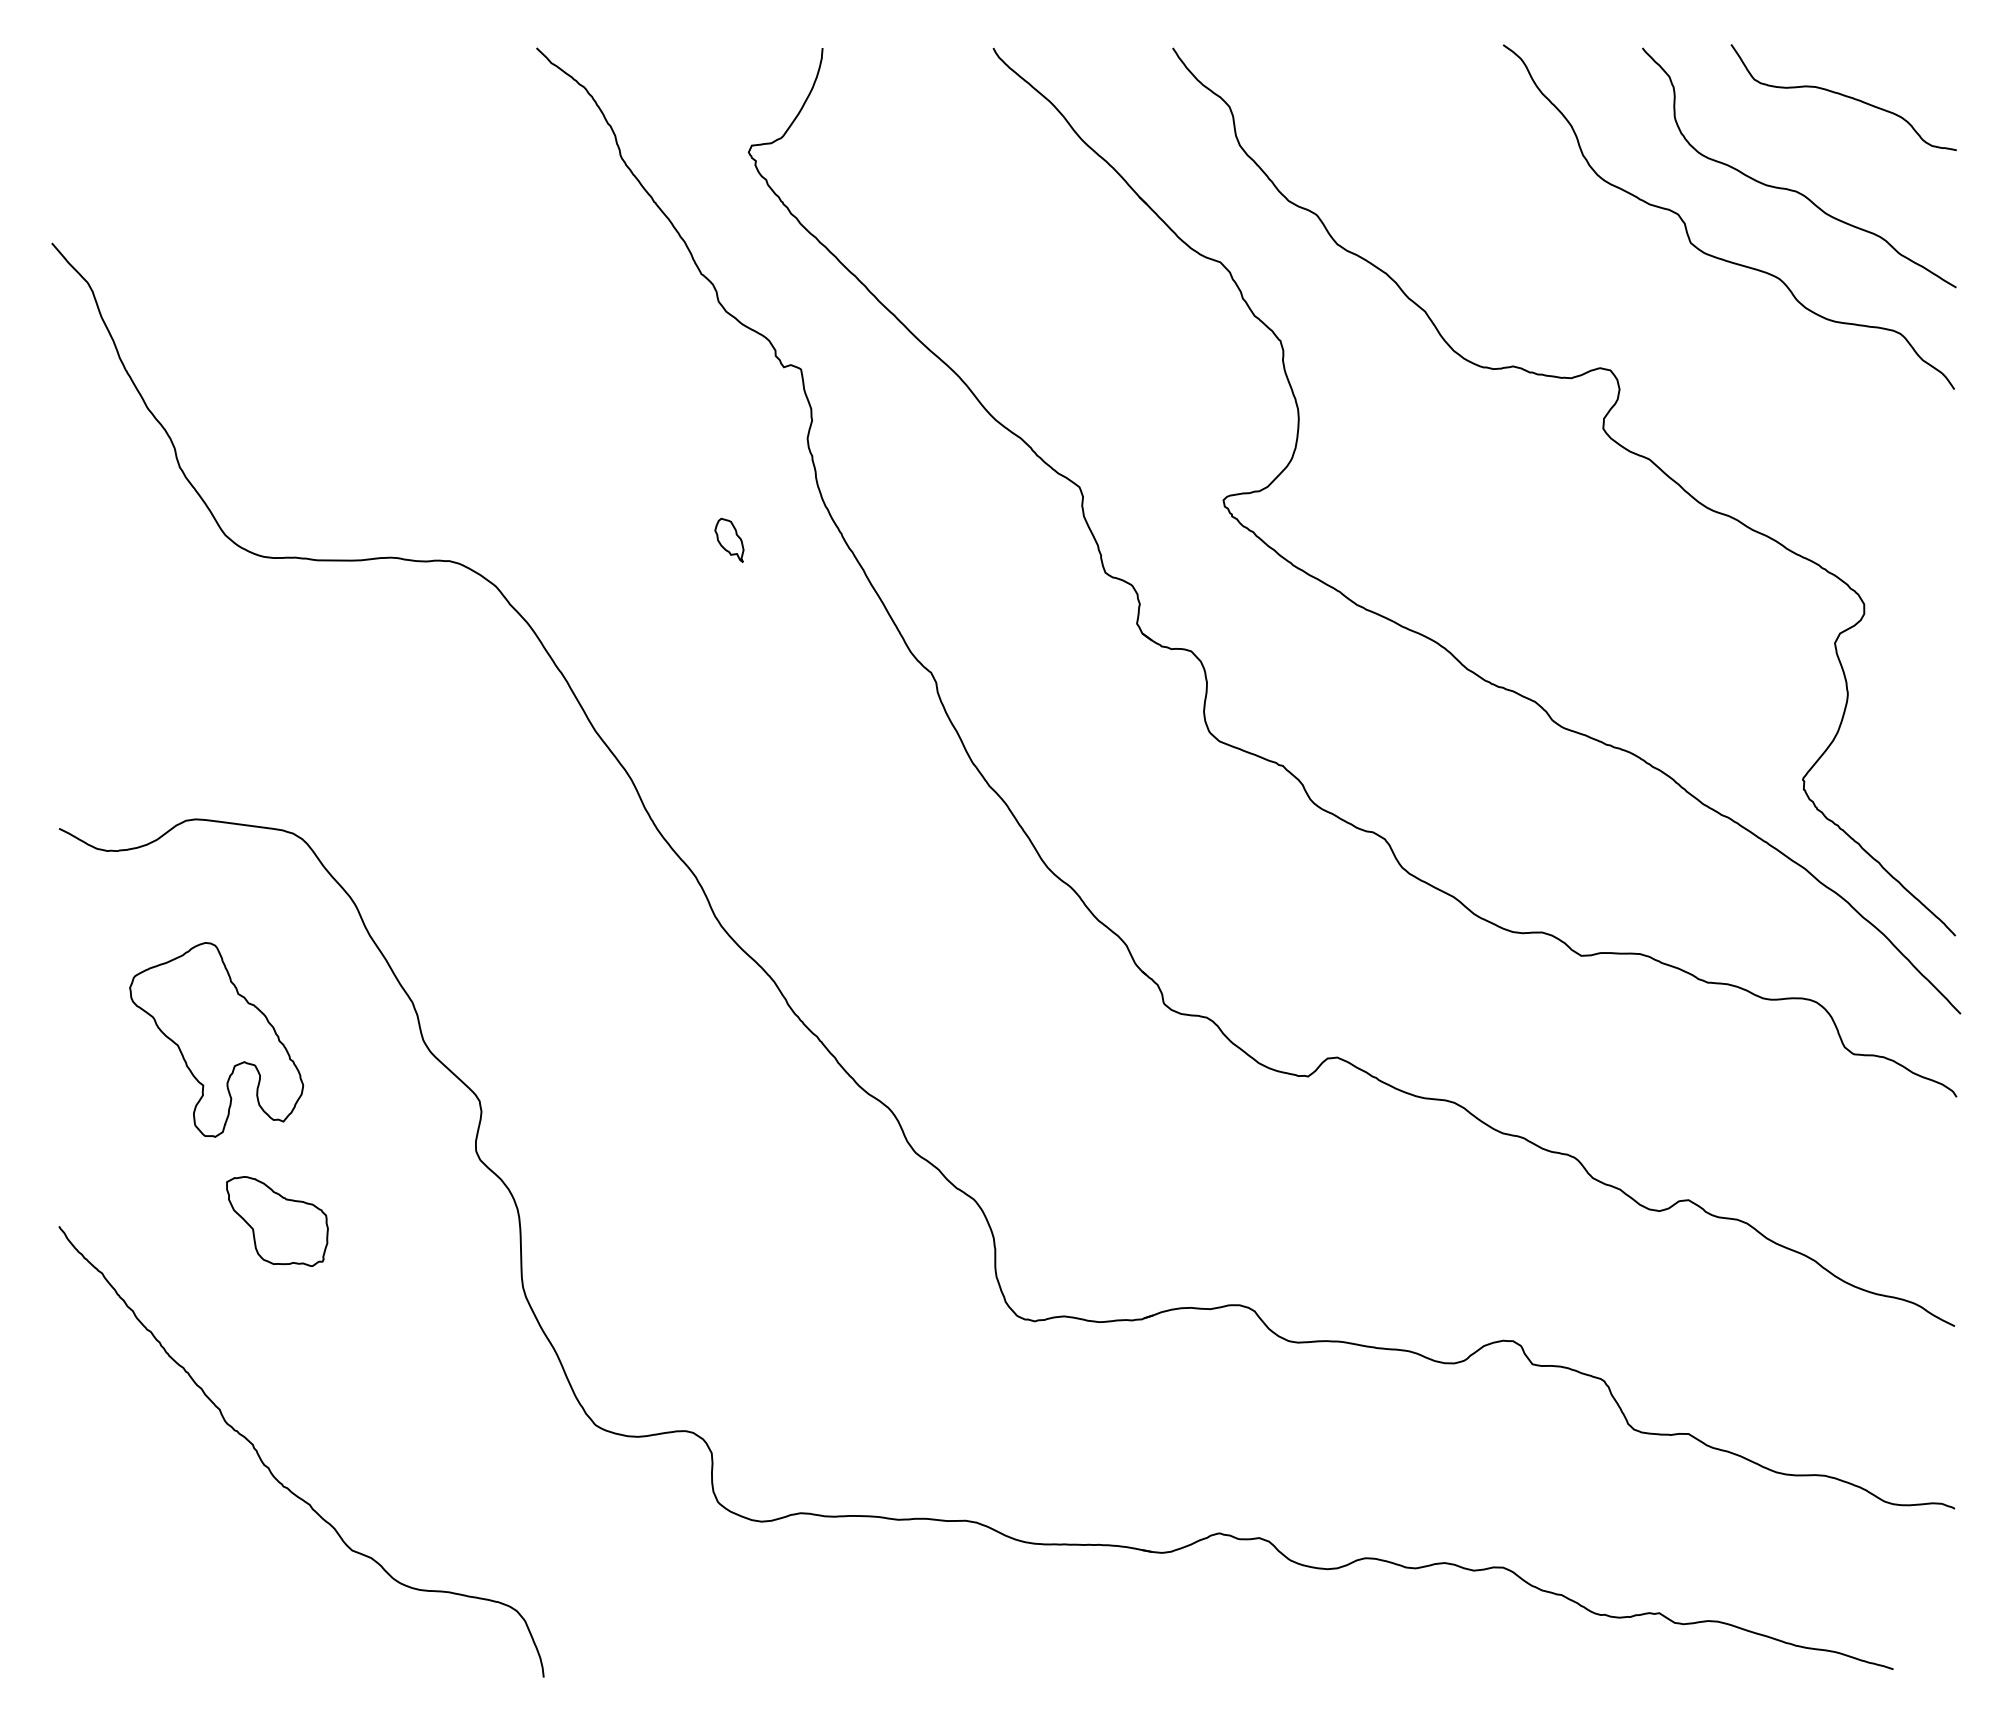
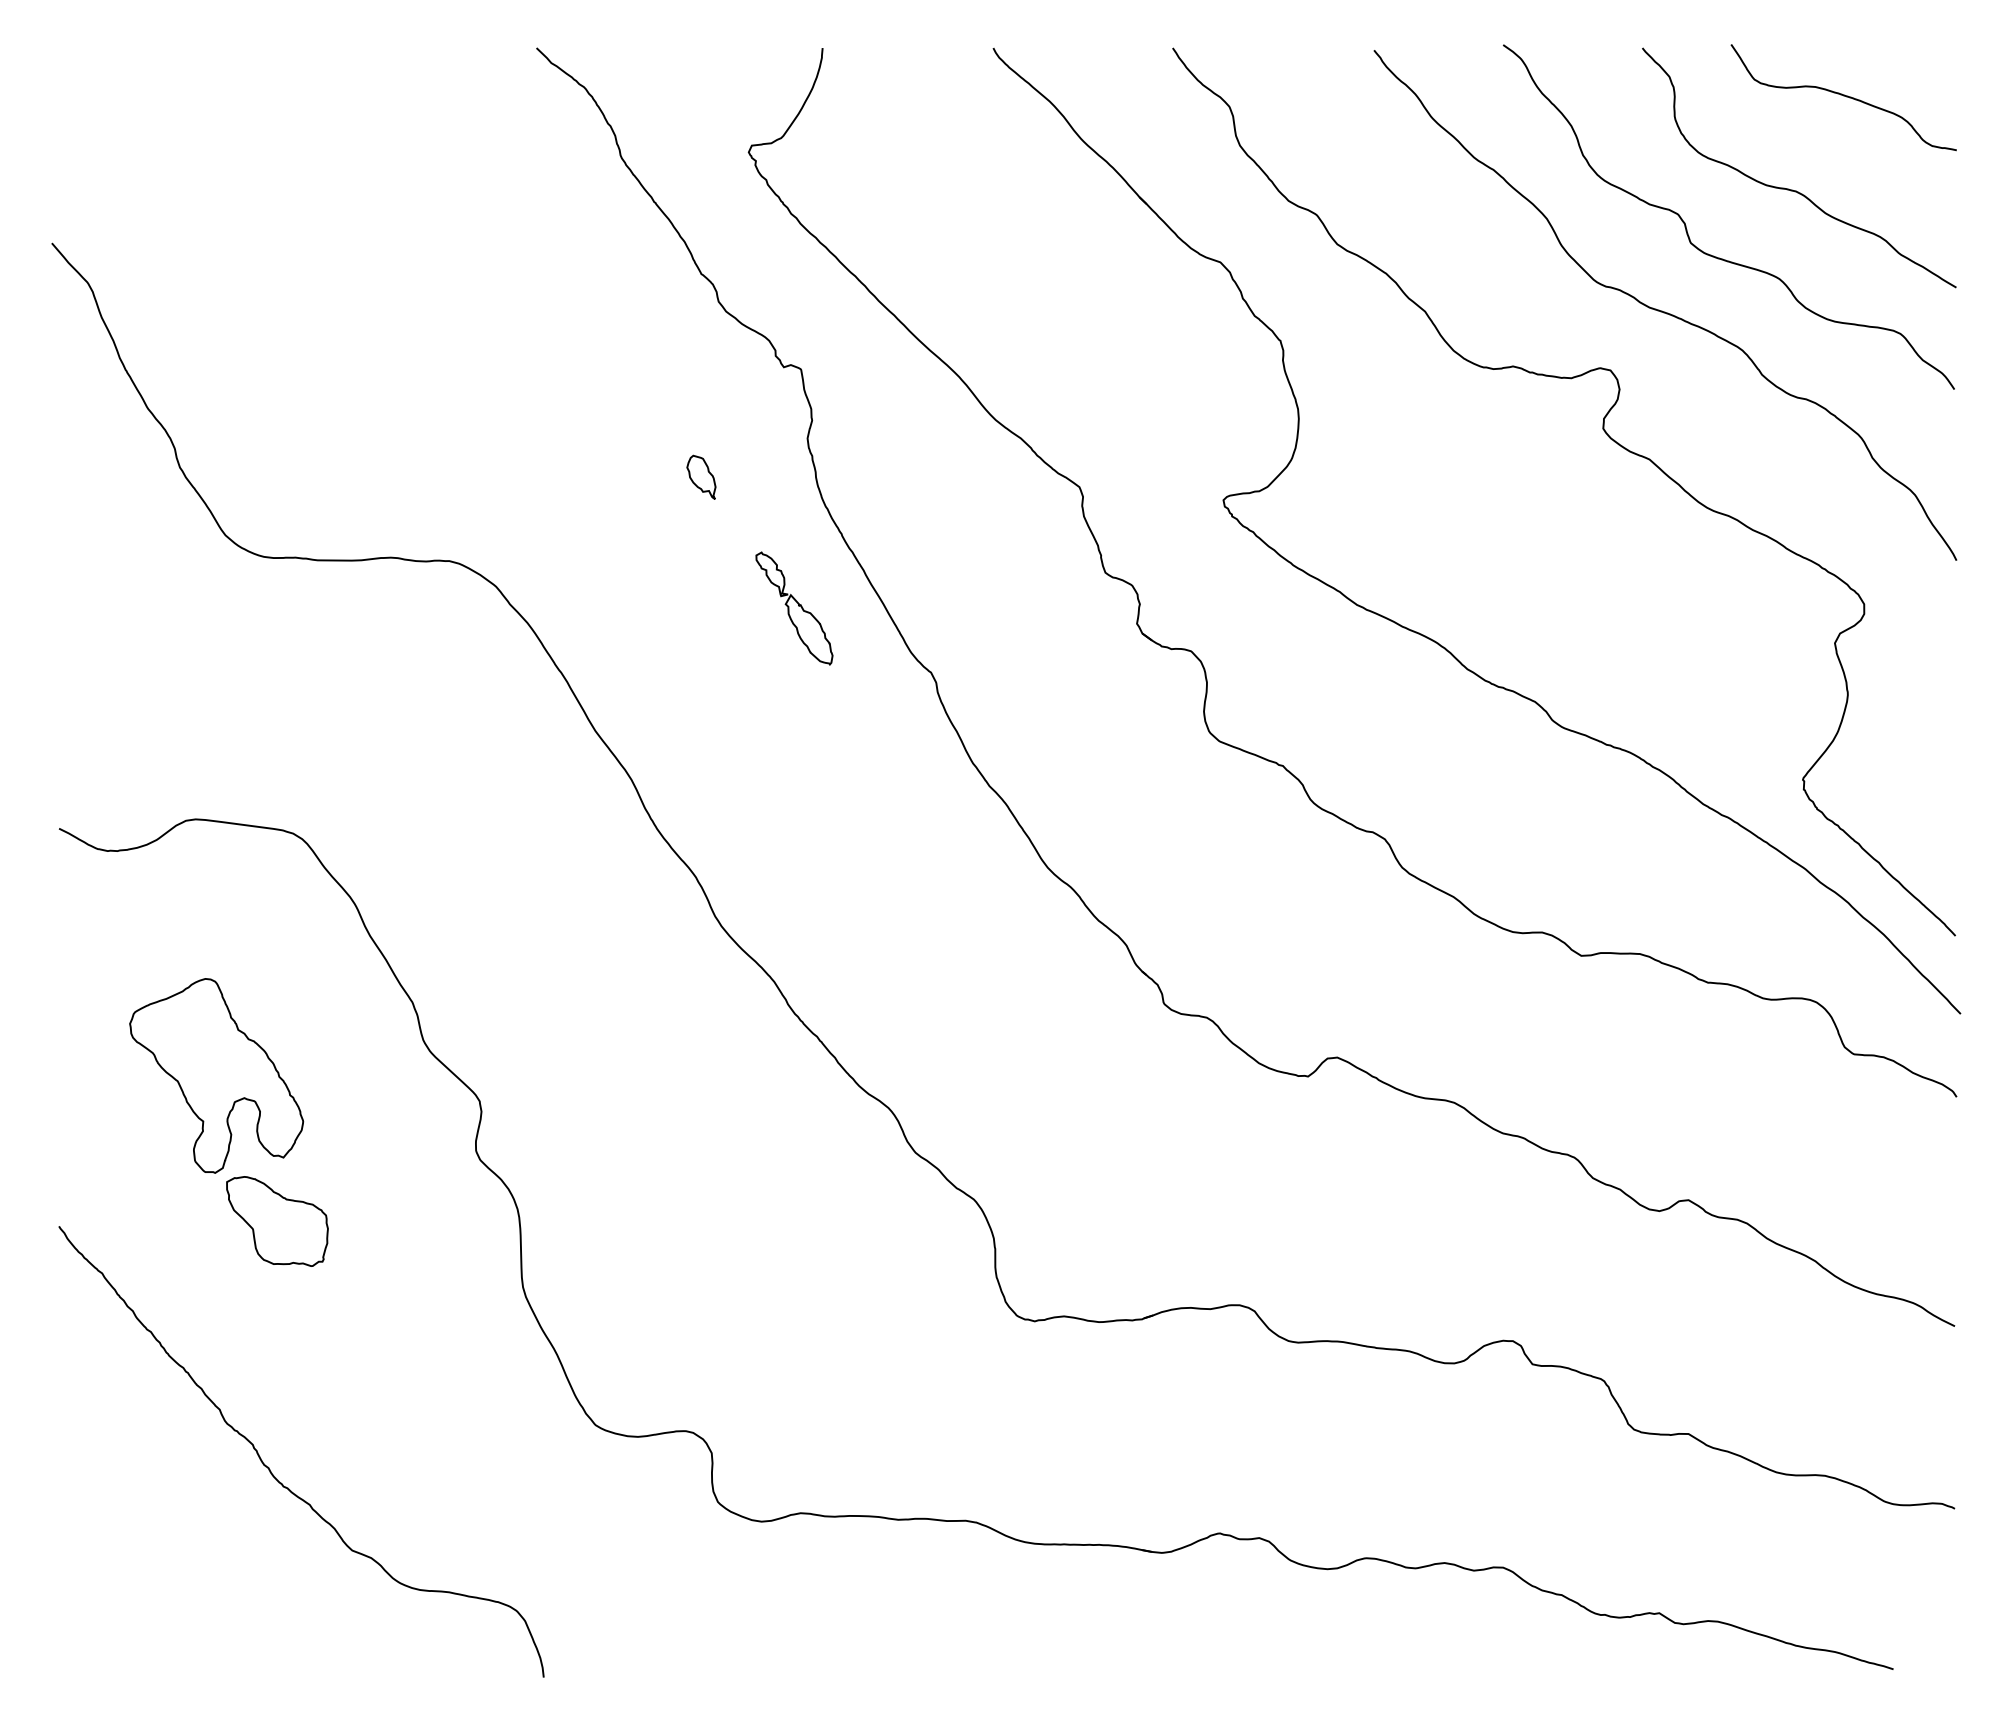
curve at (1662, 310): none -> present
part at (729, 539) position: (729, 539) -> (701, 476)
part at (794, 608): none -> present
part at (216, 1039) position: (216, 1039) -> (216, 1075)
